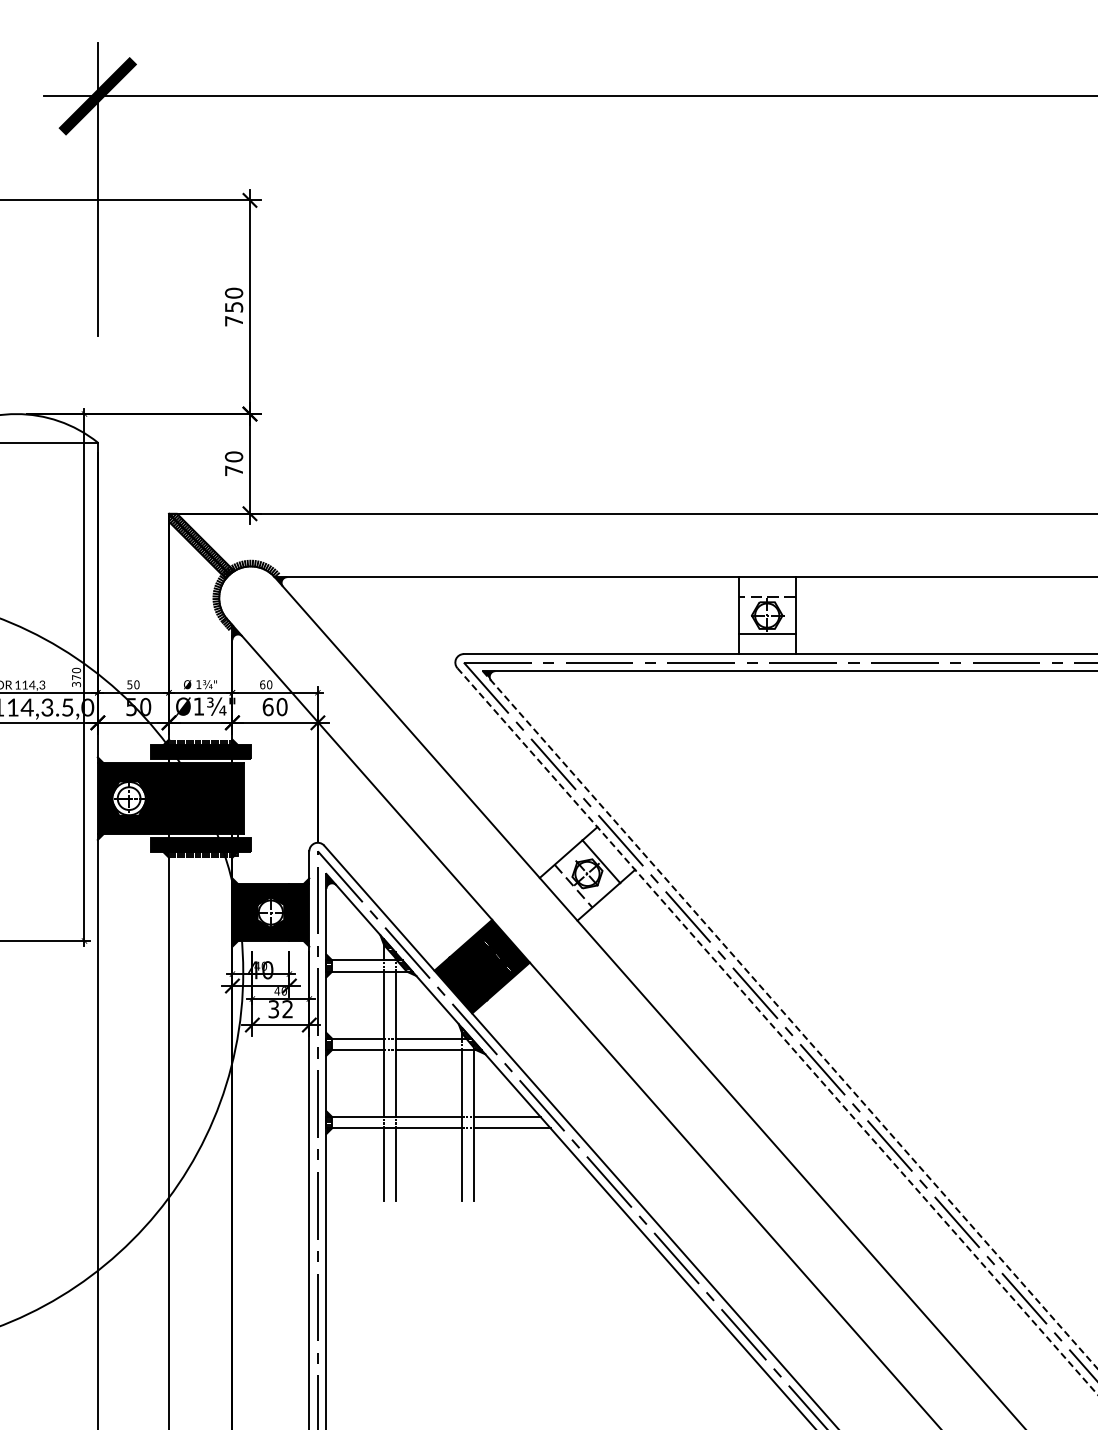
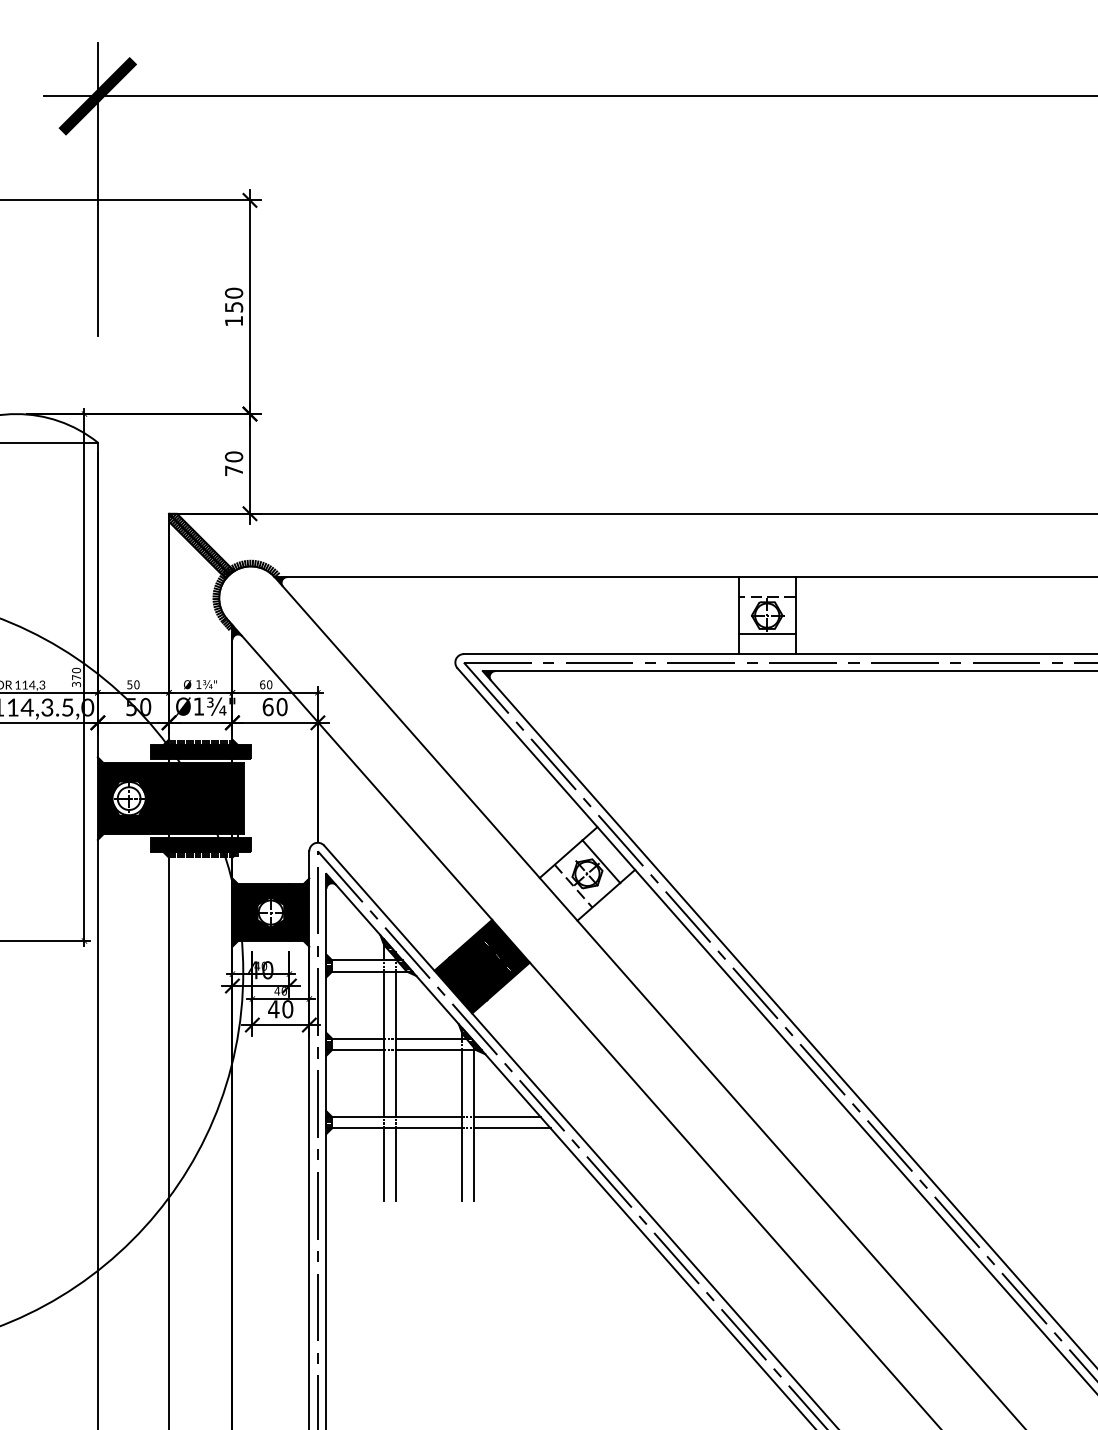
text at (233, 321): 750 -> 150
text at (280, 1009): 32 -> 40
line at (790, 1019): dashed -> solid
line at (777, 1031): dashed -> solid
